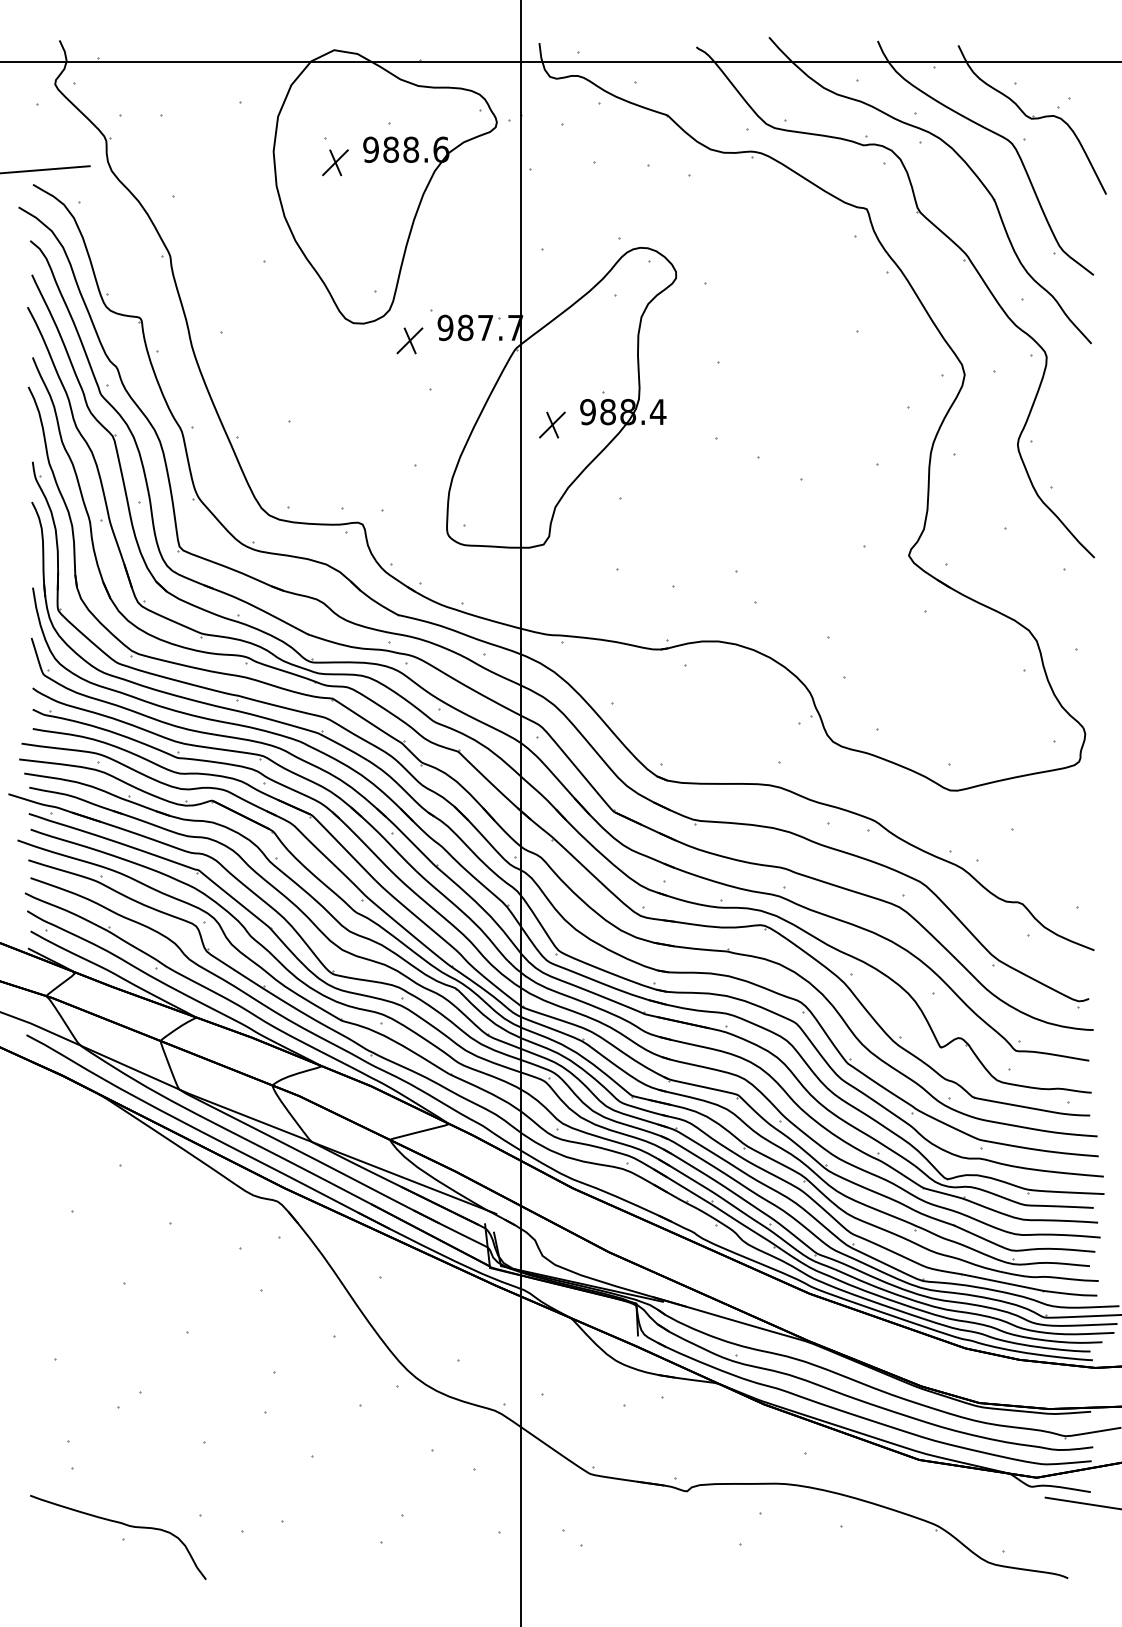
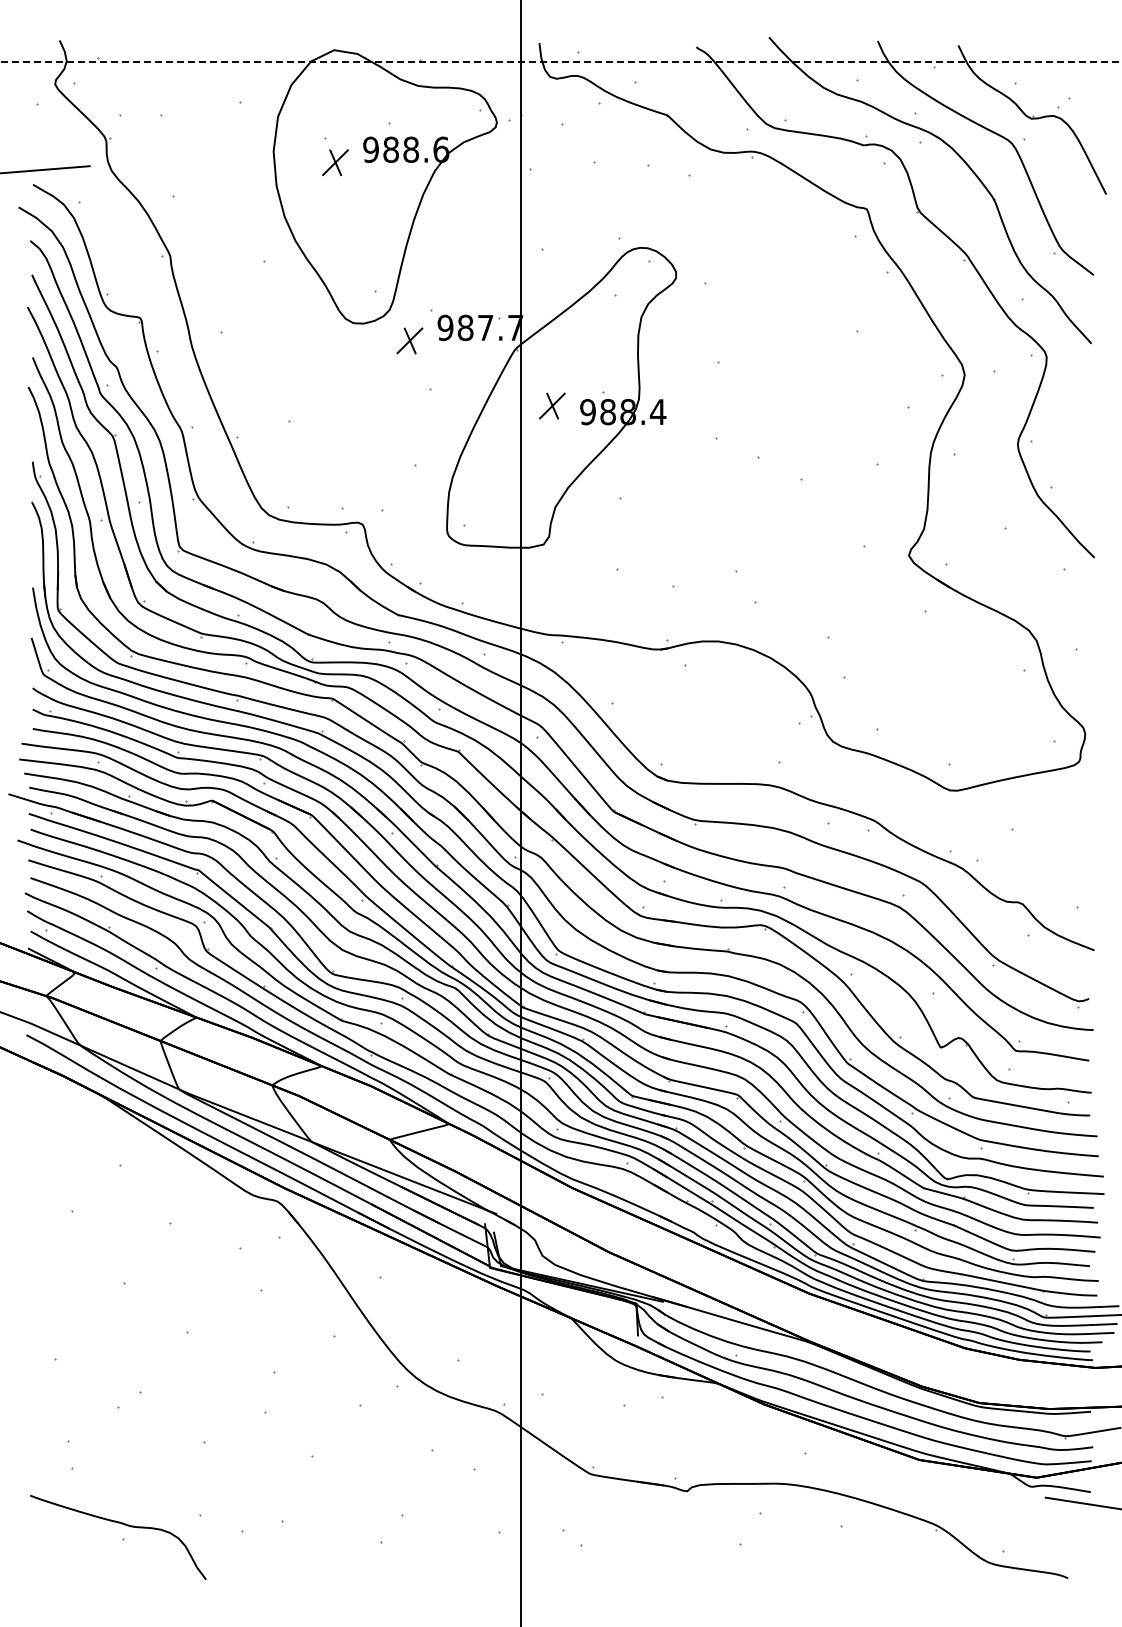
line at (561, 62): solid -> dashed
part at (552, 424) position: (552, 424) -> (552, 405)
